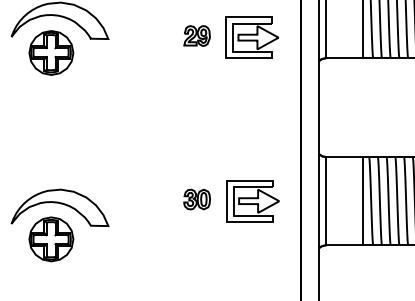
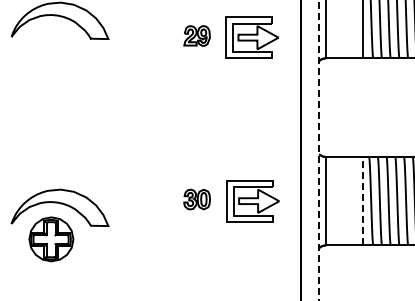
part at (51, 52): present -> none
line at (319, 150): solid -> dashed
line at (363, 200): solid -> dashed
